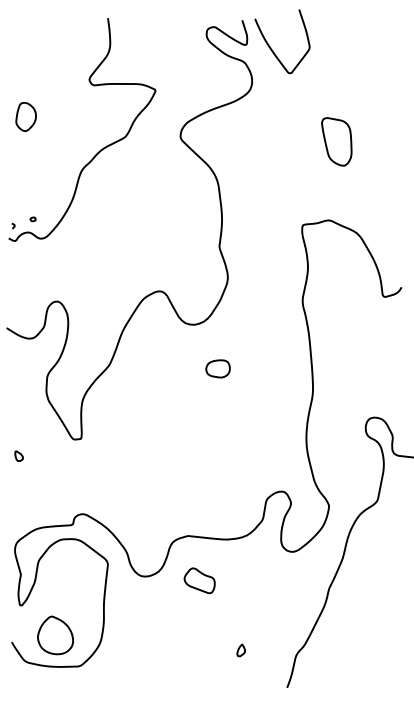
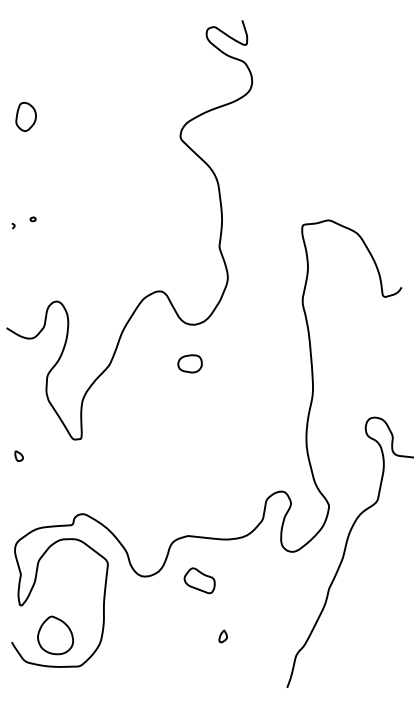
curve at (273, 50): present -> none
part at (336, 141): present -> none
curve at (100, 149): present -> none
part at (217, 368) position: (217, 368) -> (189, 363)
part at (240, 650) position: (240, 650) -> (222, 636)
